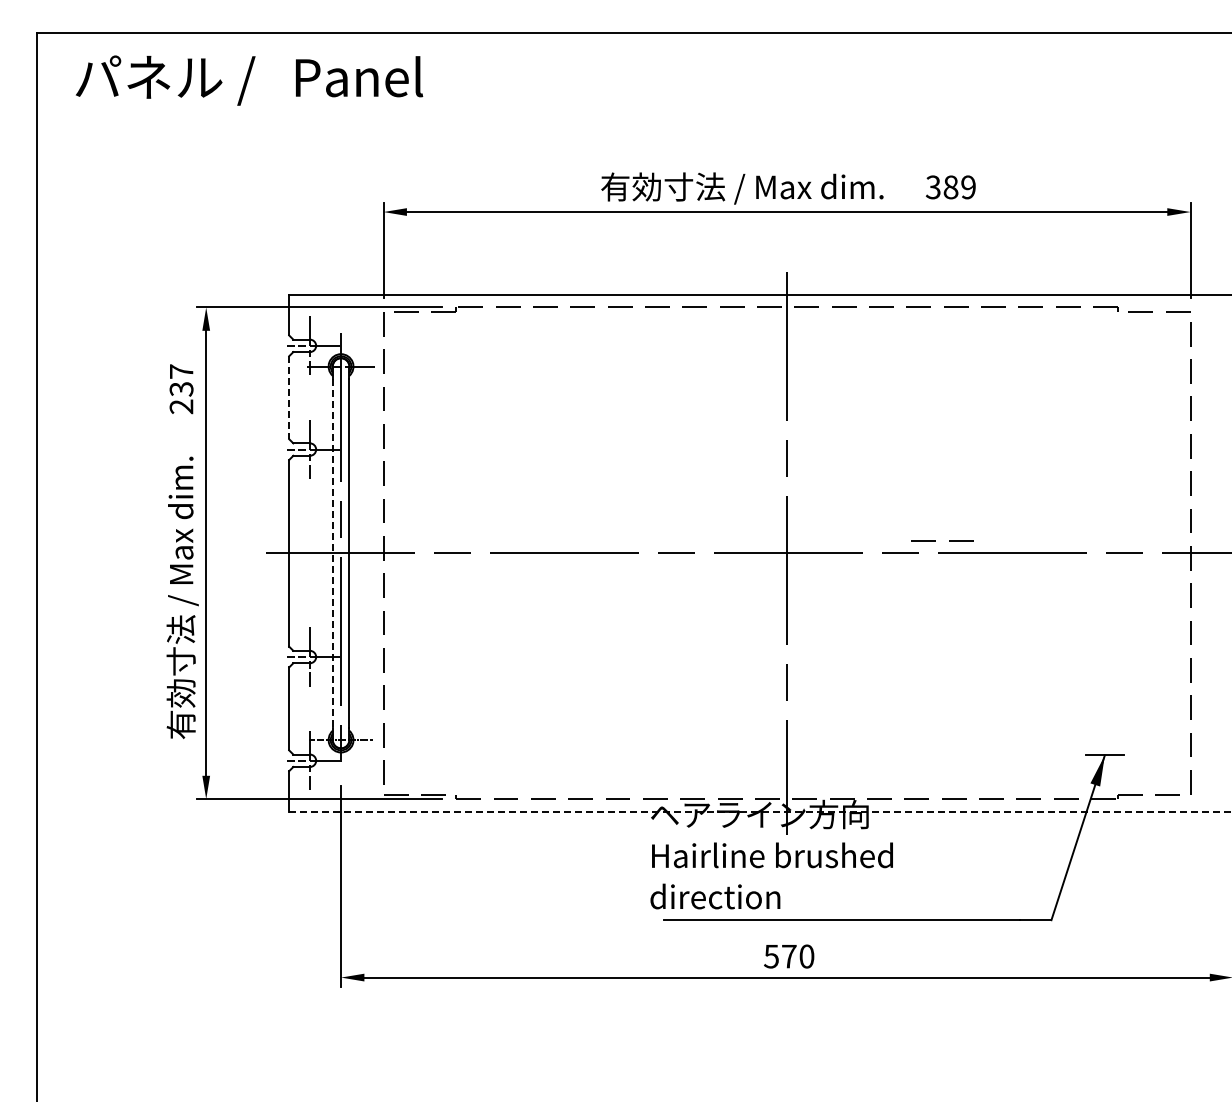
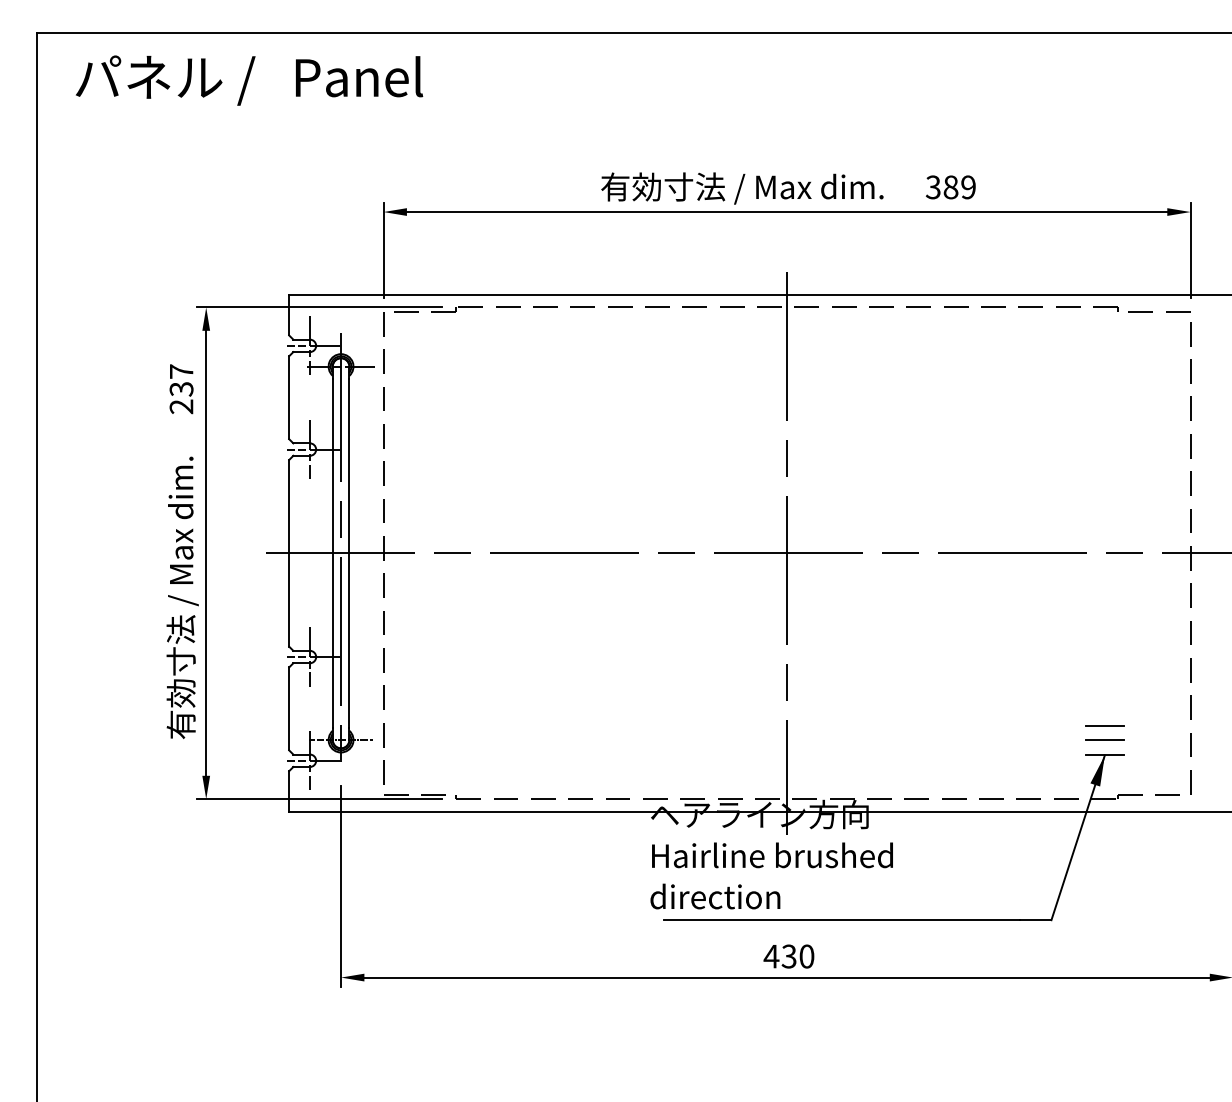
line at (289, 398): dashed -> solid
line at (935, 540): present -> none
line at (332, 553): dashed -> solid
line at (1104, 726): none -> present
line at (1104, 739): none -> present
line at (760, 811): dashed -> solid
text at (779, 956): 570 -> 430
